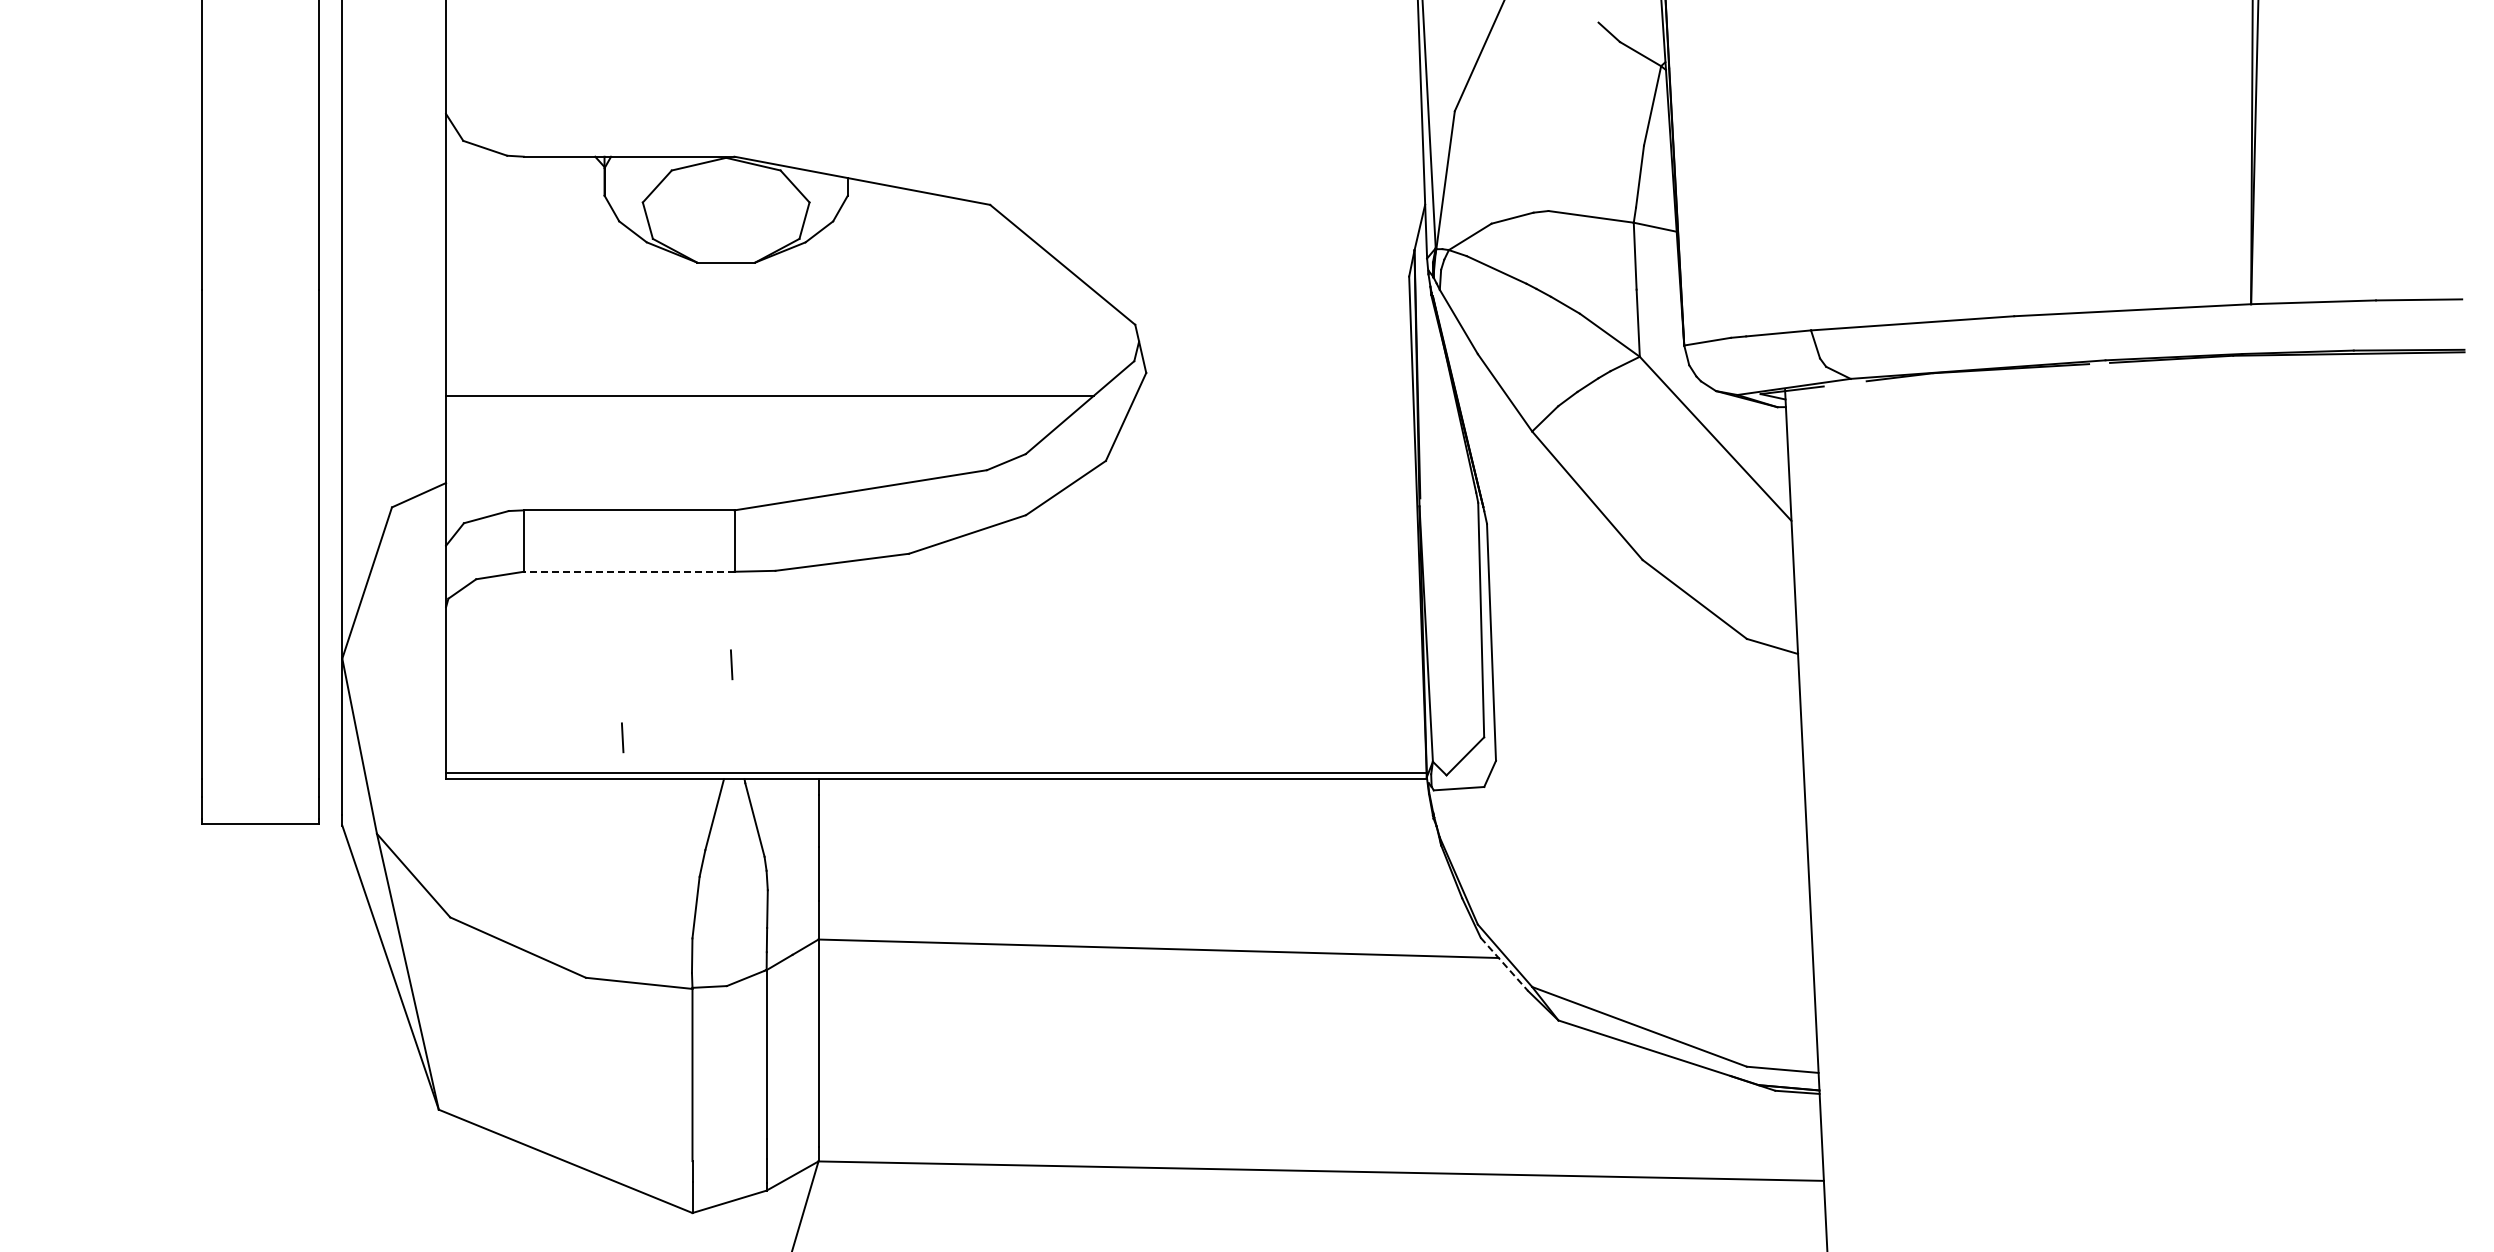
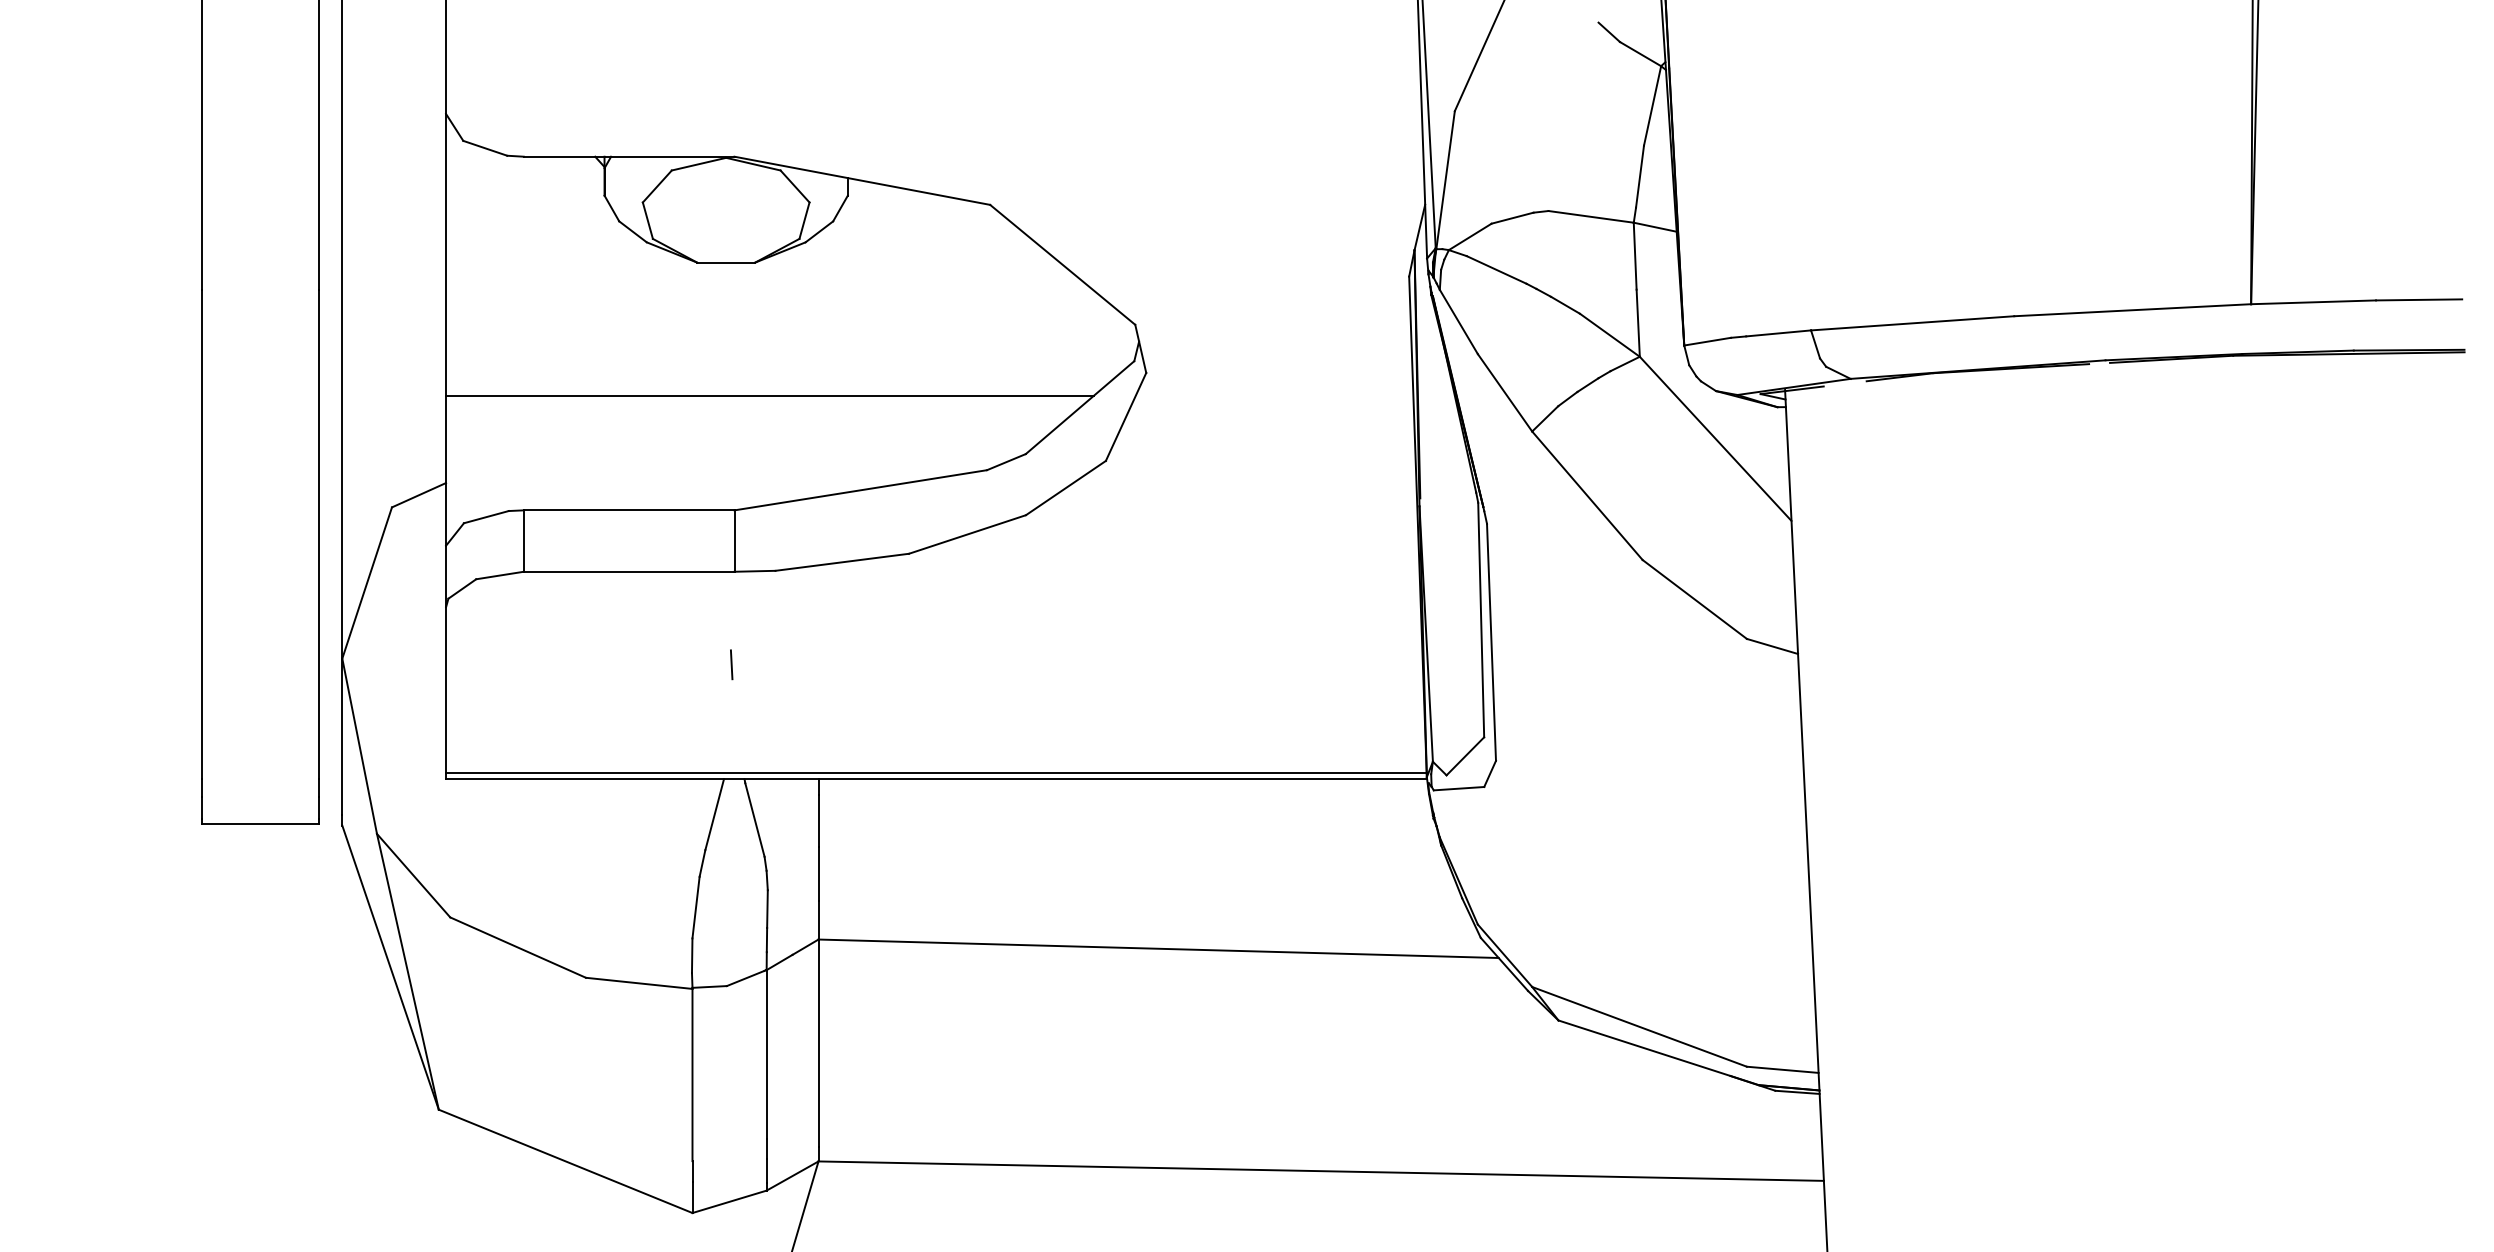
line at (628, 571): dashed -> solid
line at (622, 737): present -> none
line at (1504, 964): dashed -> solid
